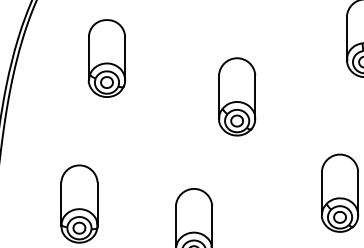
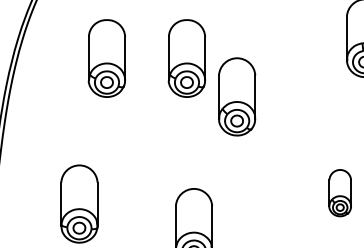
part at (186, 58): none -> present
part at (340, 192) size: 39x80 px -> 24x49 px
